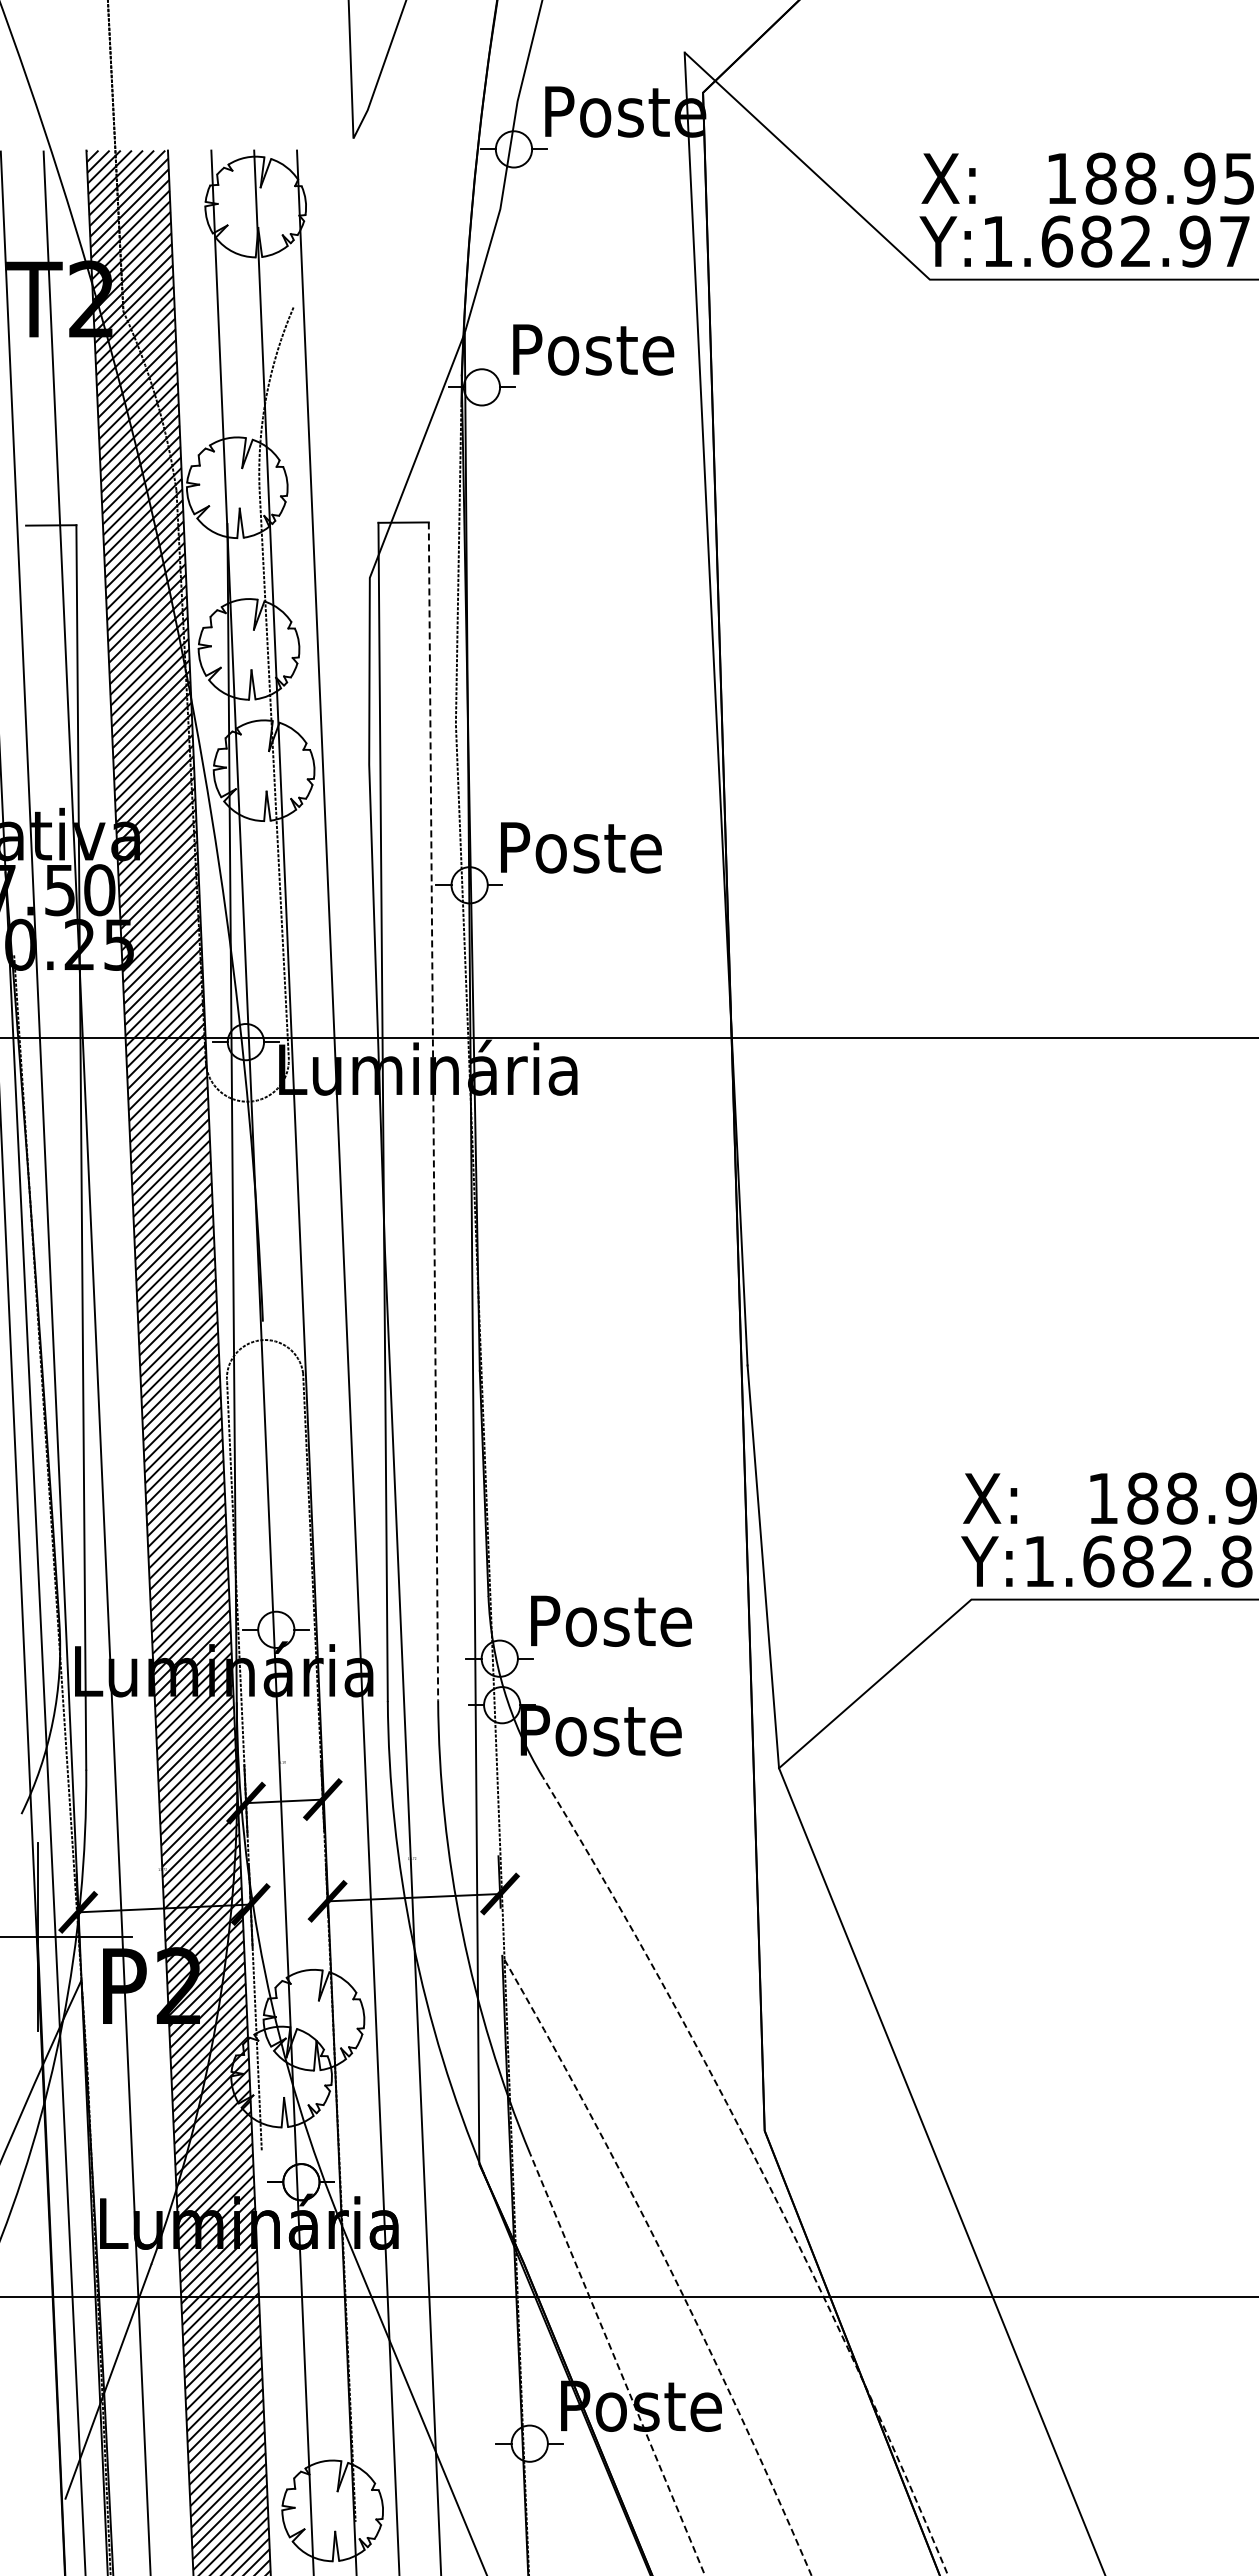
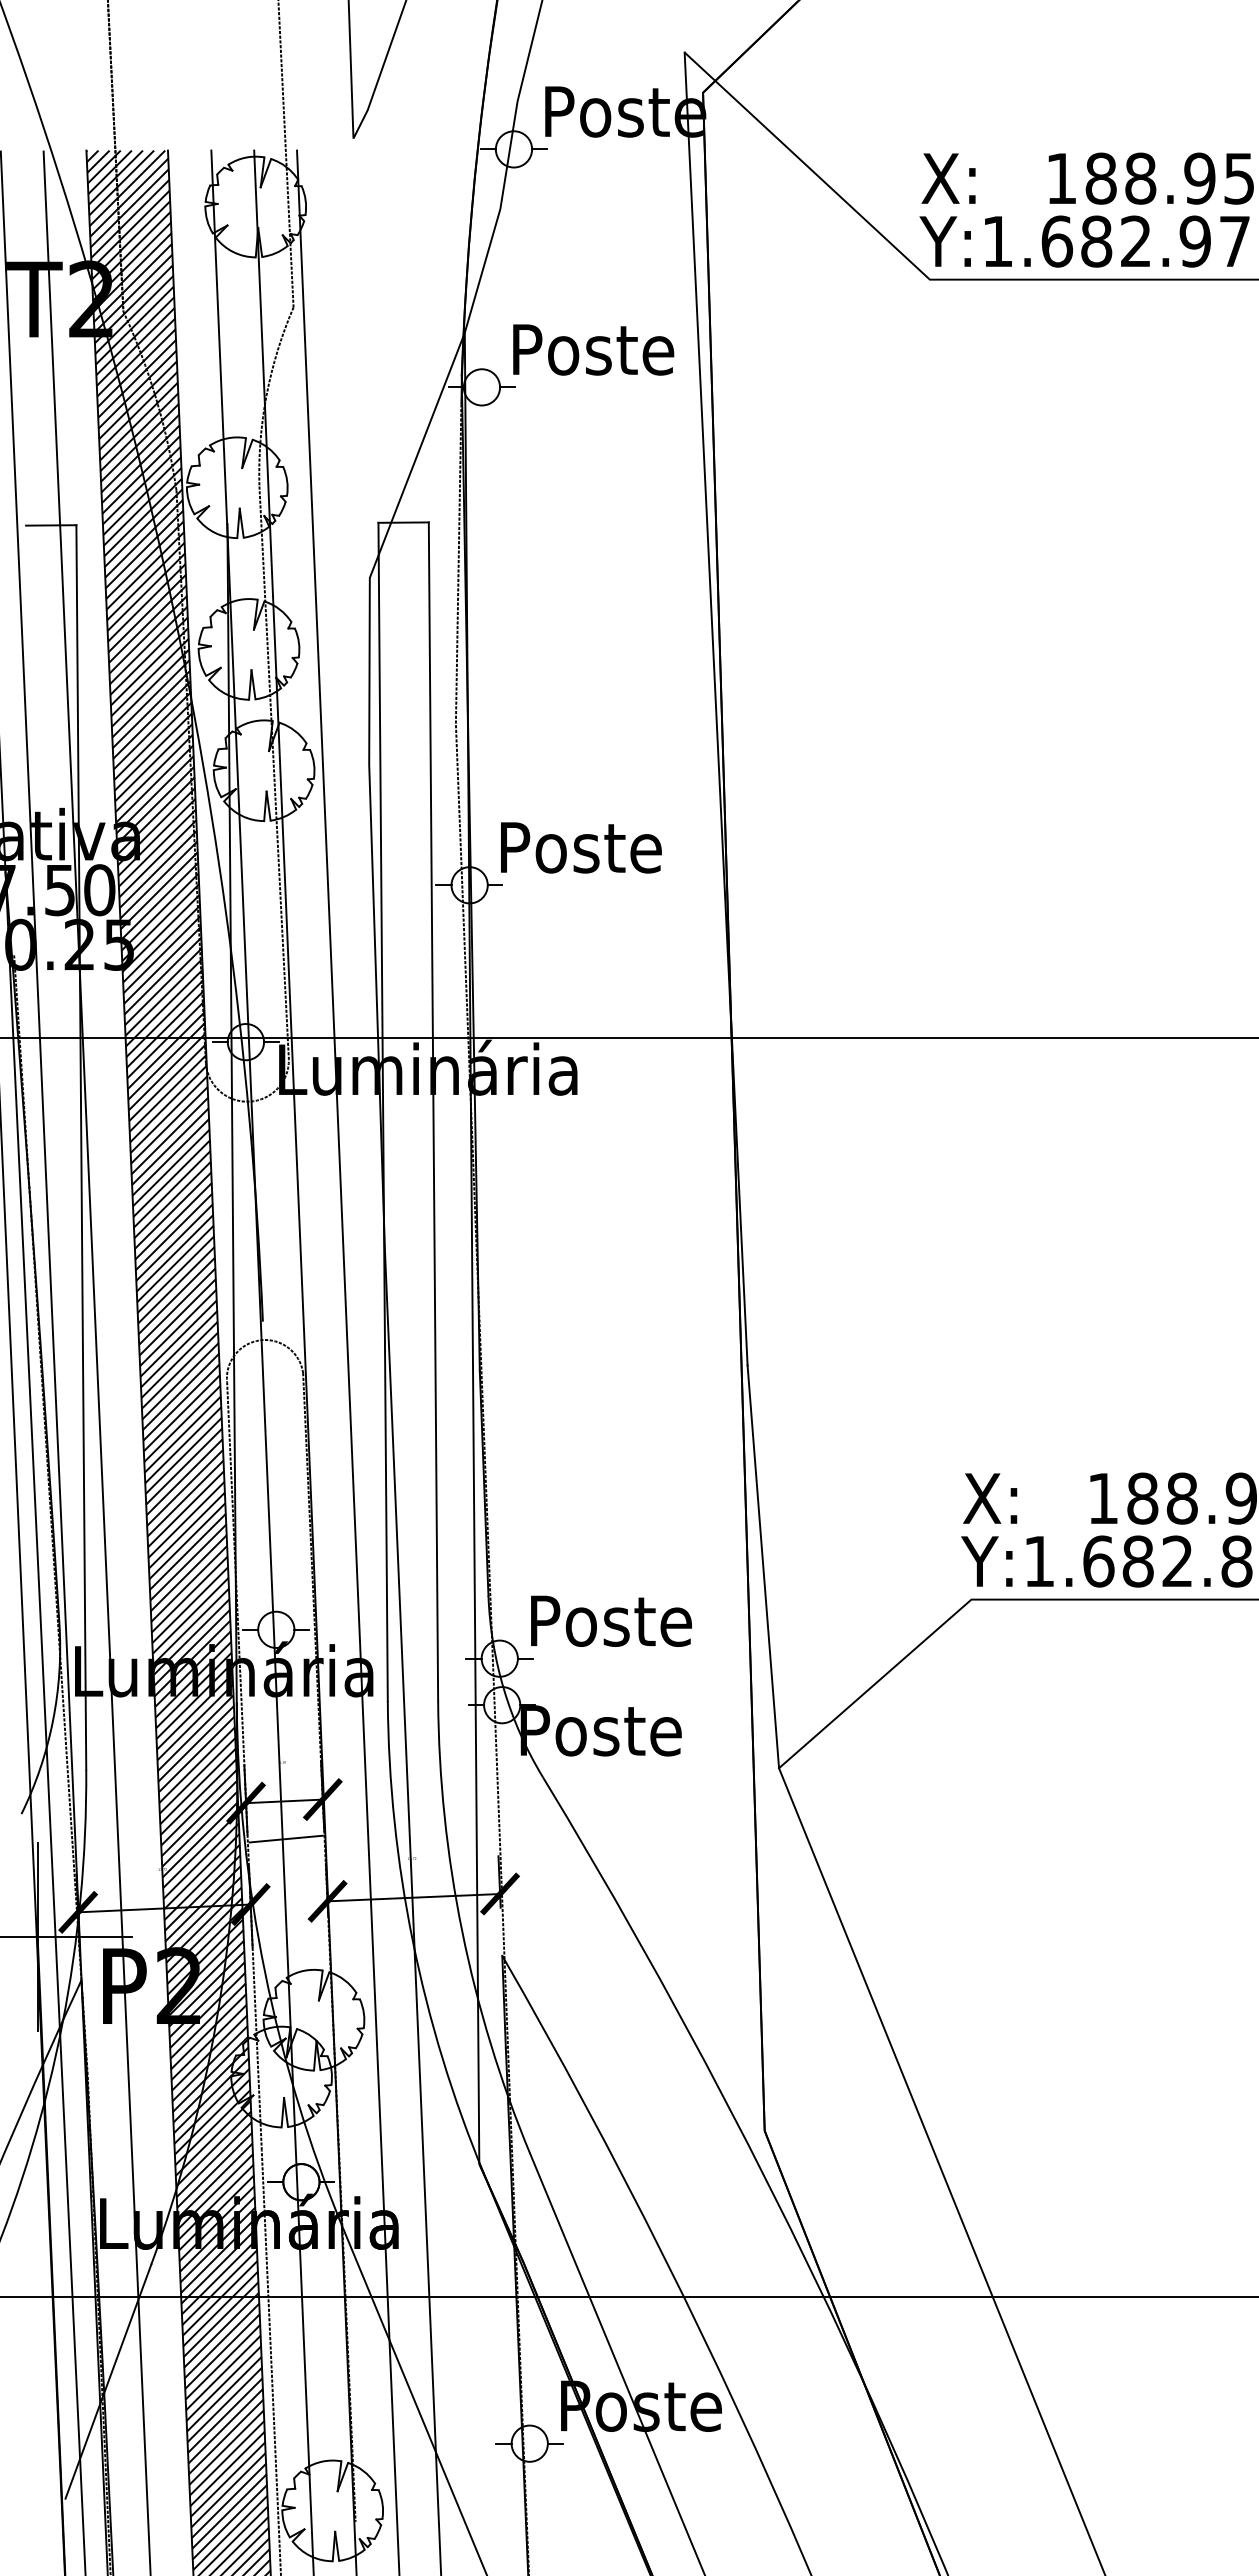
line at (285, 154): none -> present
line at (433, 1112): dashed -> solid
line at (285, 1838): none -> present
arc at (760, 2169): dashed -> solid
arc at (666, 2261): dashed -> solid
line at (270, 2361): none -> present
line at (617, 2364): dashed -> solid
